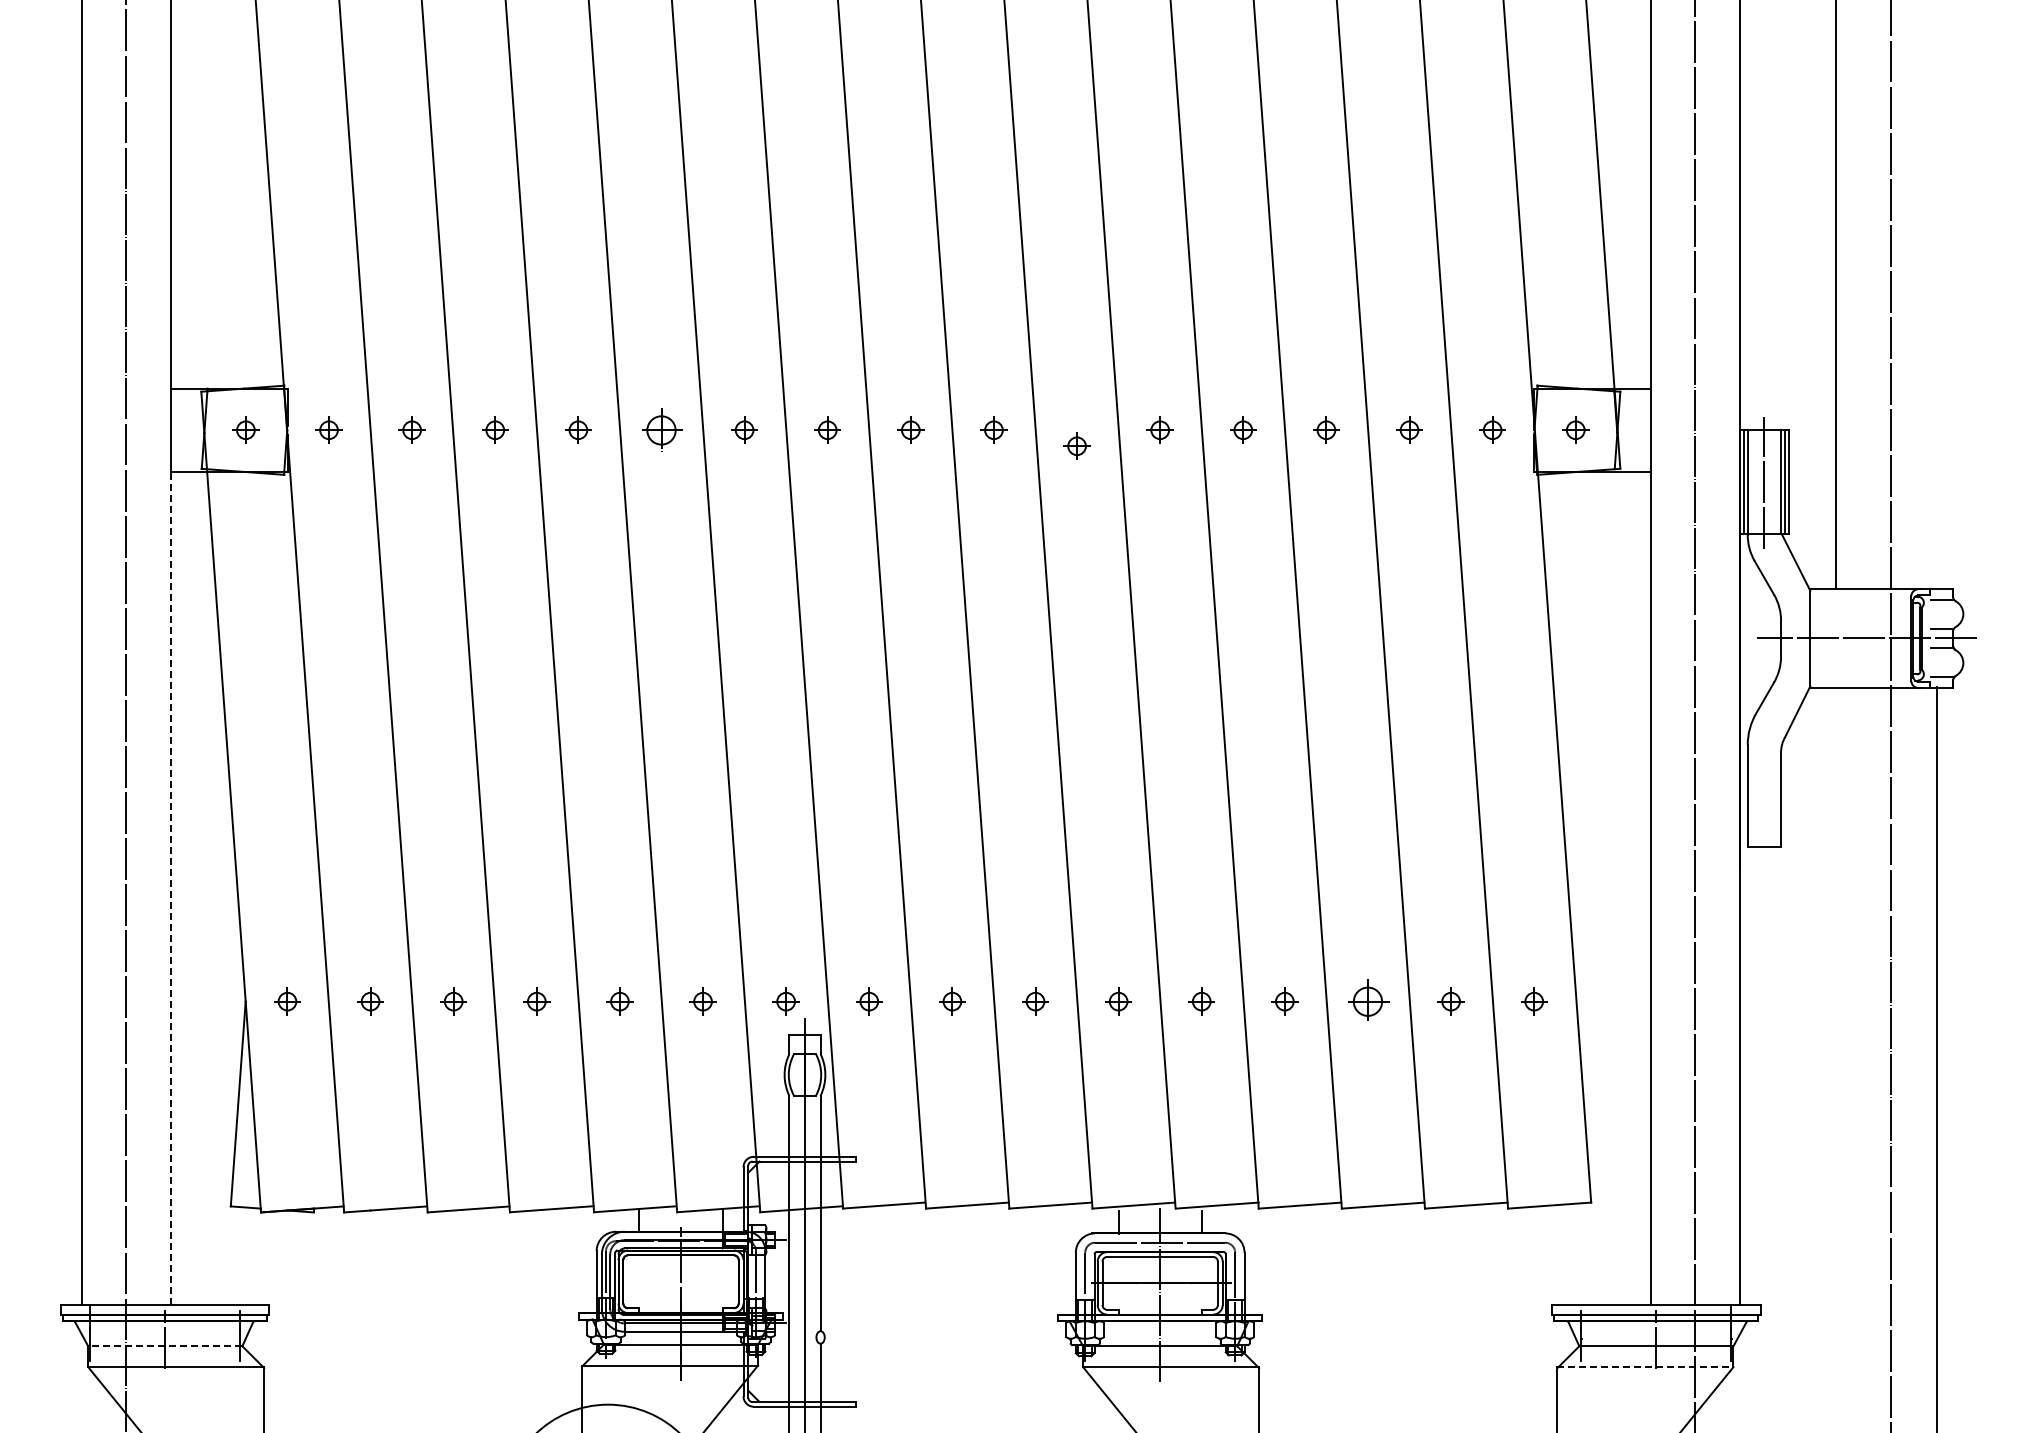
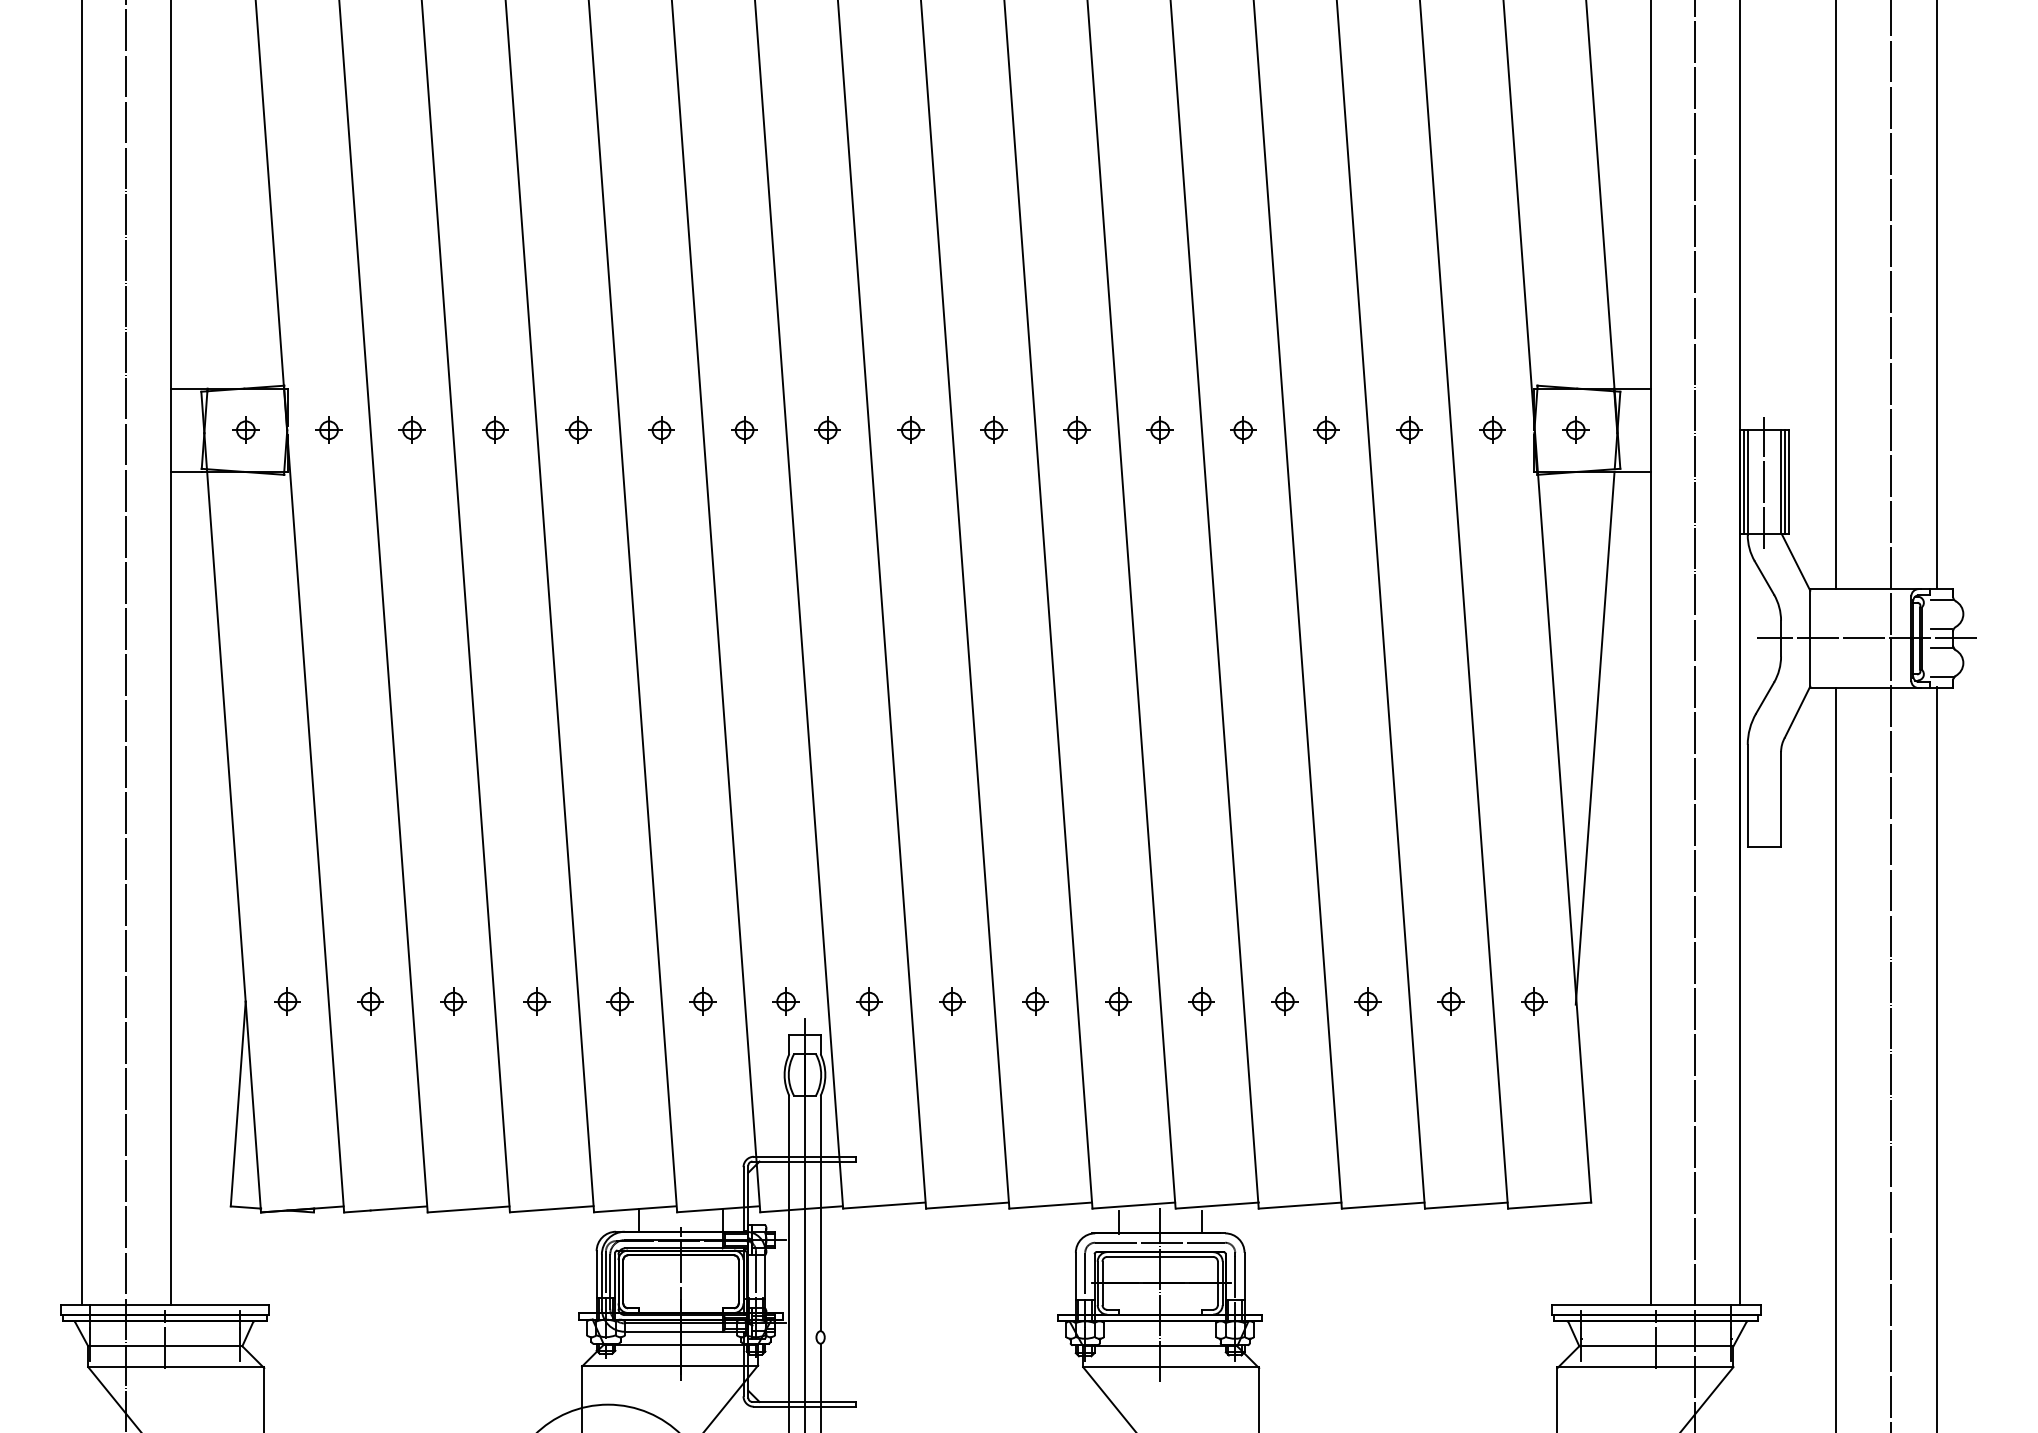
line at (1936, 294): none -> present
part at (662, 429) size: 41x44 px -> 27x28 px
part at (1076, 445) position: (1076, 445) -> (1076, 429)
line at (1594, 737): none -> present
line at (170, 888): dashed -> solid
part at (1368, 999) size: 42x42 px -> 28x29 px
line at (1835, 1058): none -> present
line at (164, 1346): dashed -> solid
line at (1645, 1367): dashed -> solid
